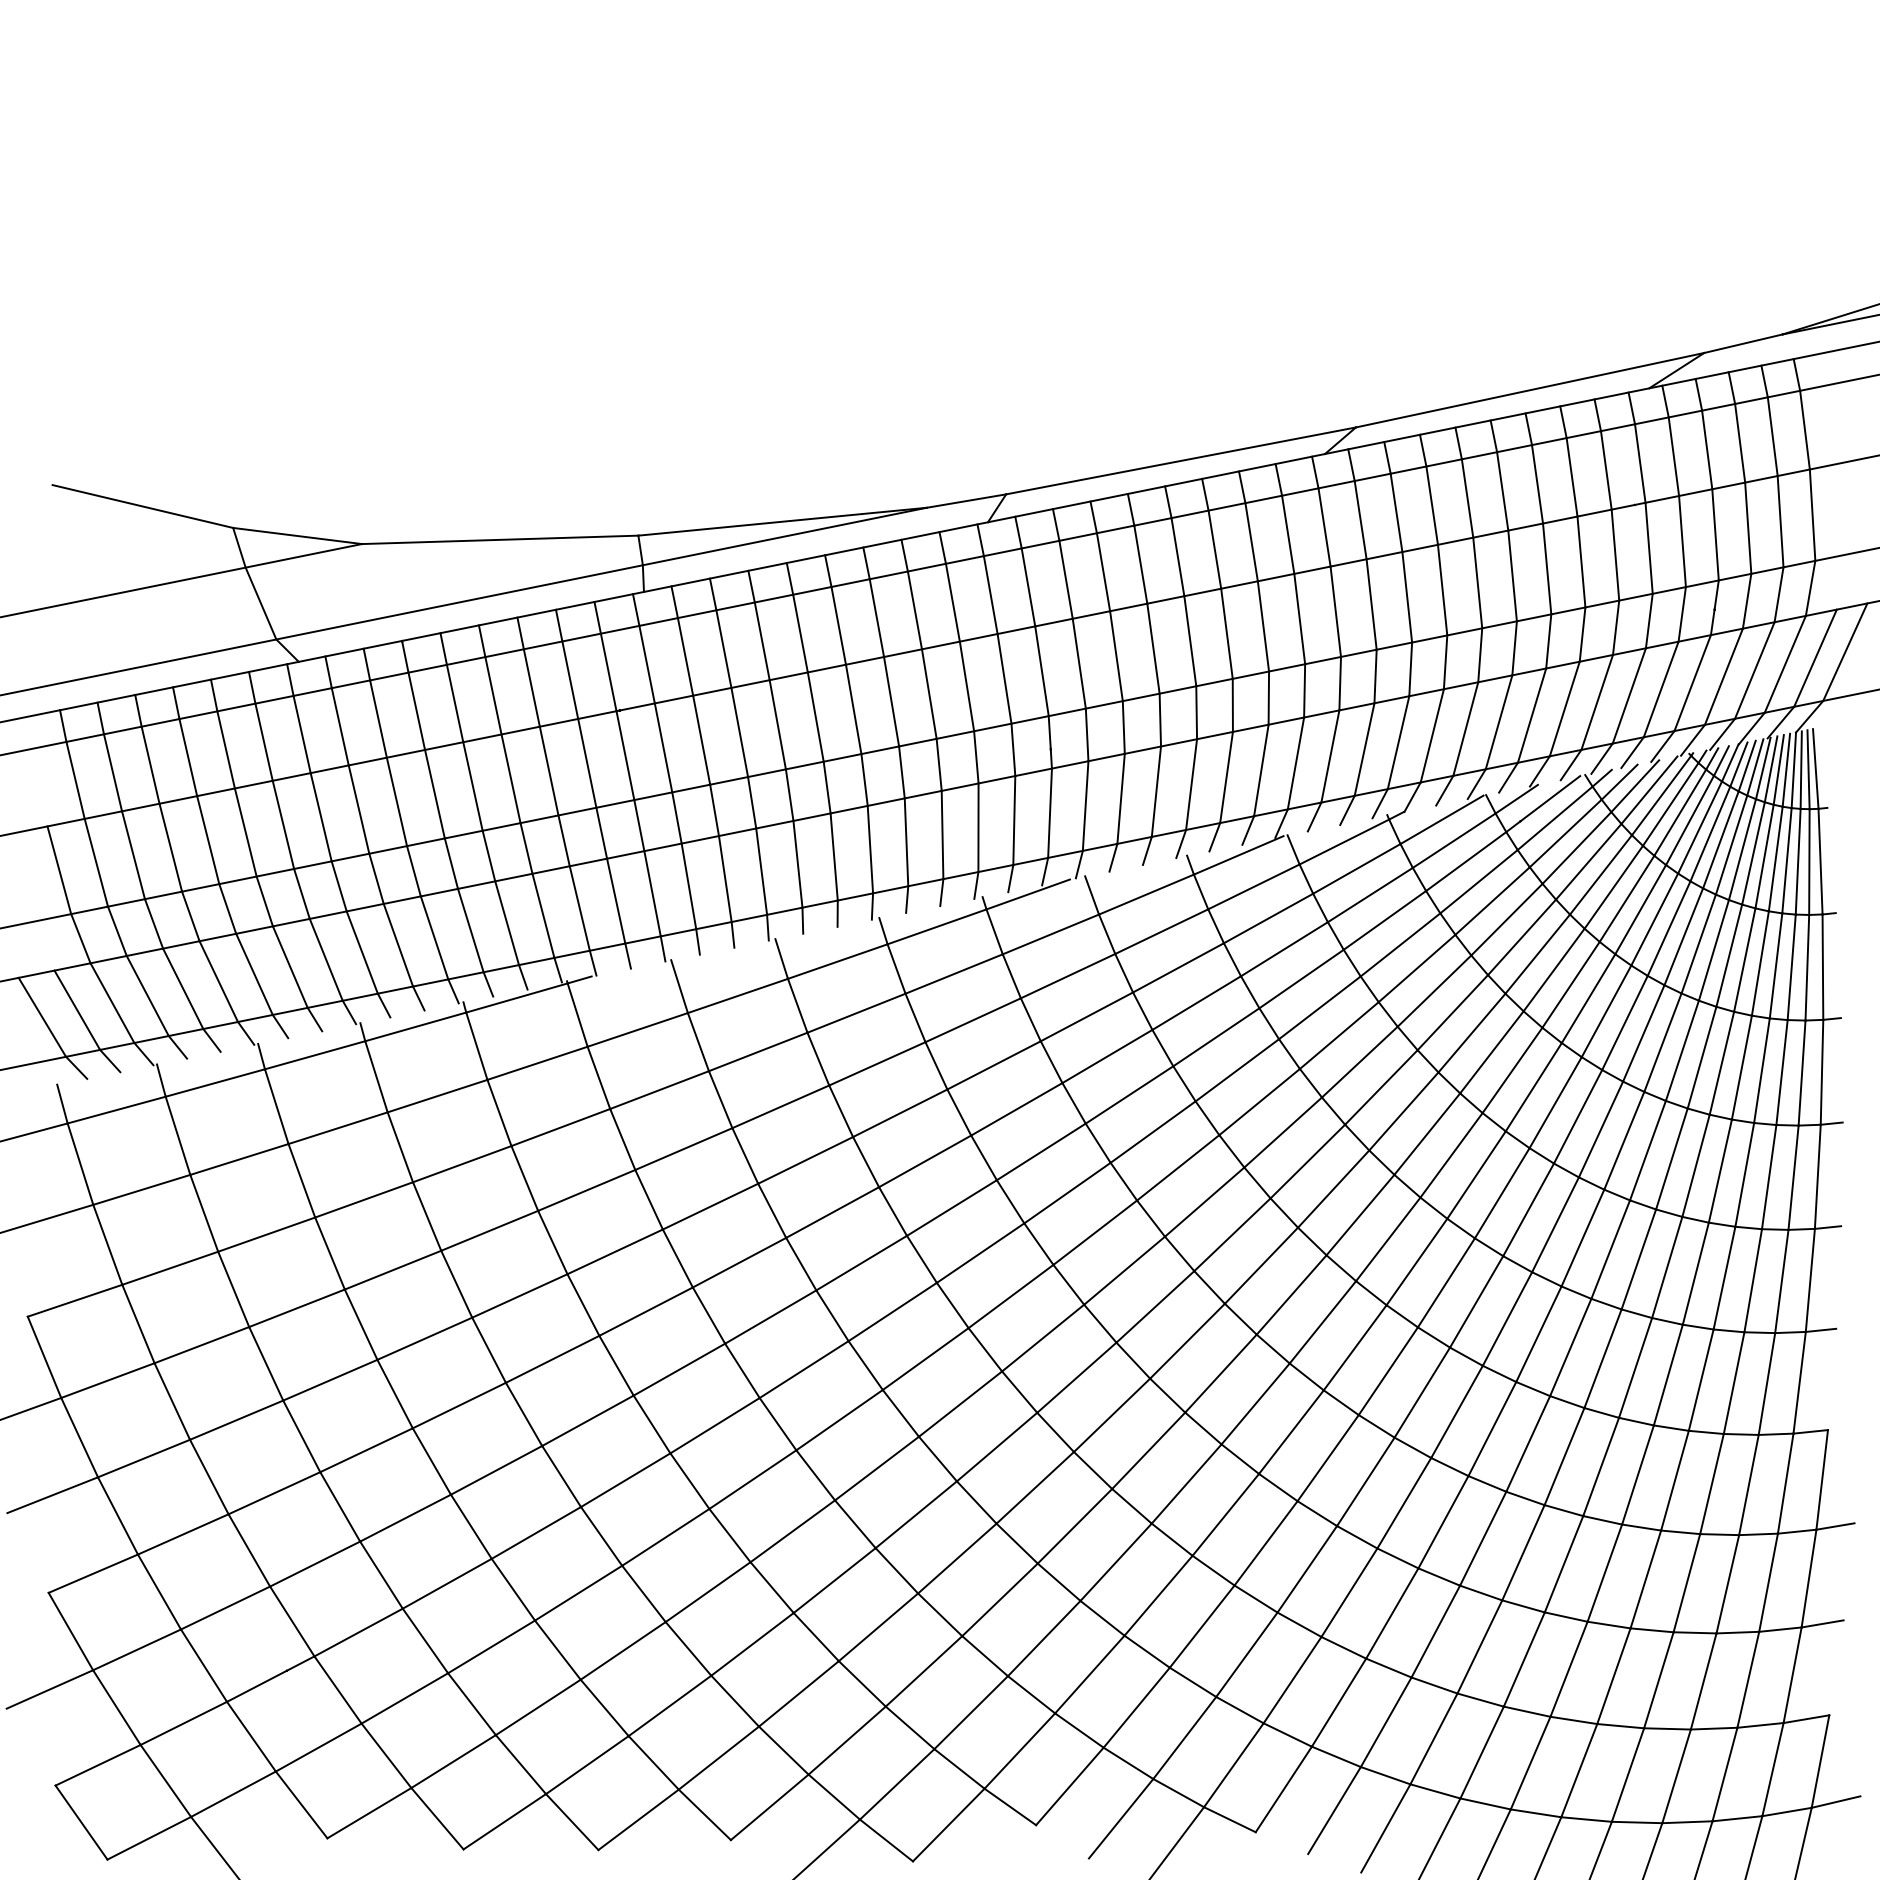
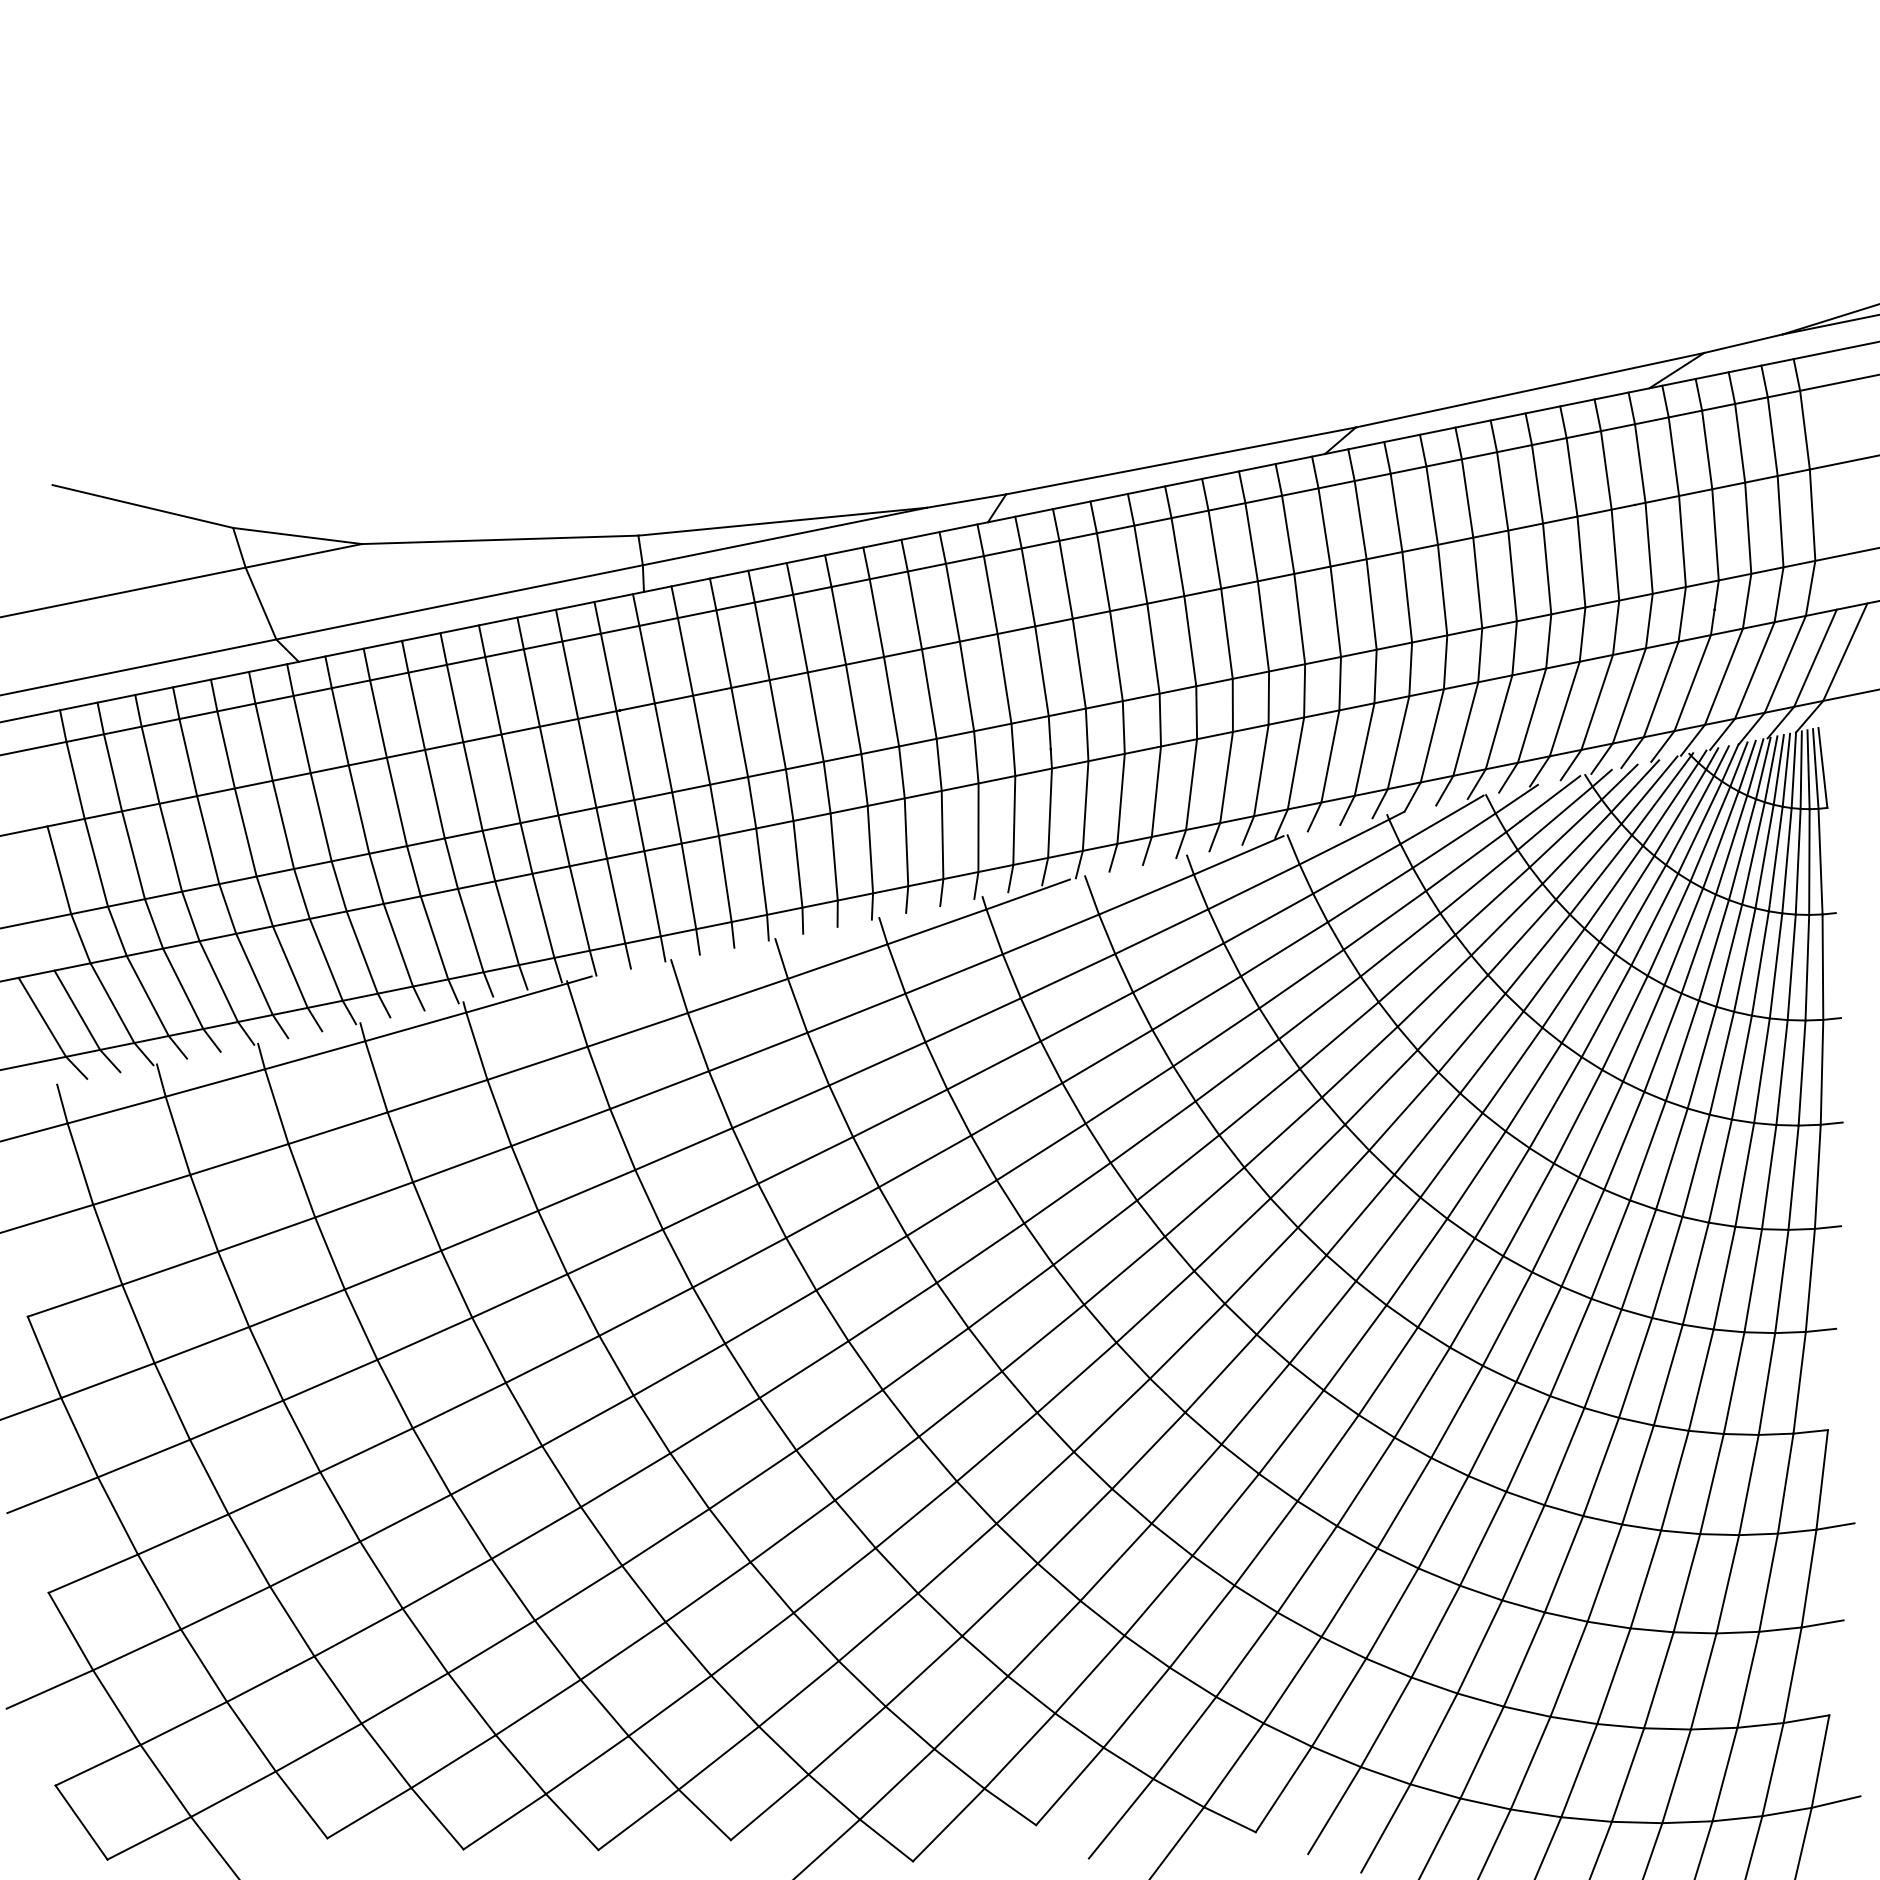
line at (1822, 767): none -> present
